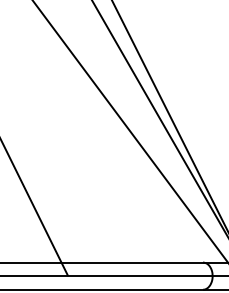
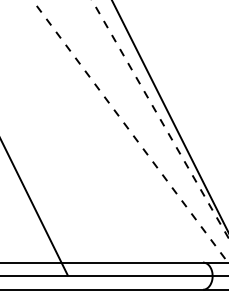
line at (160, 119): solid -> dashed
line at (130, 132): solid -> dashed
